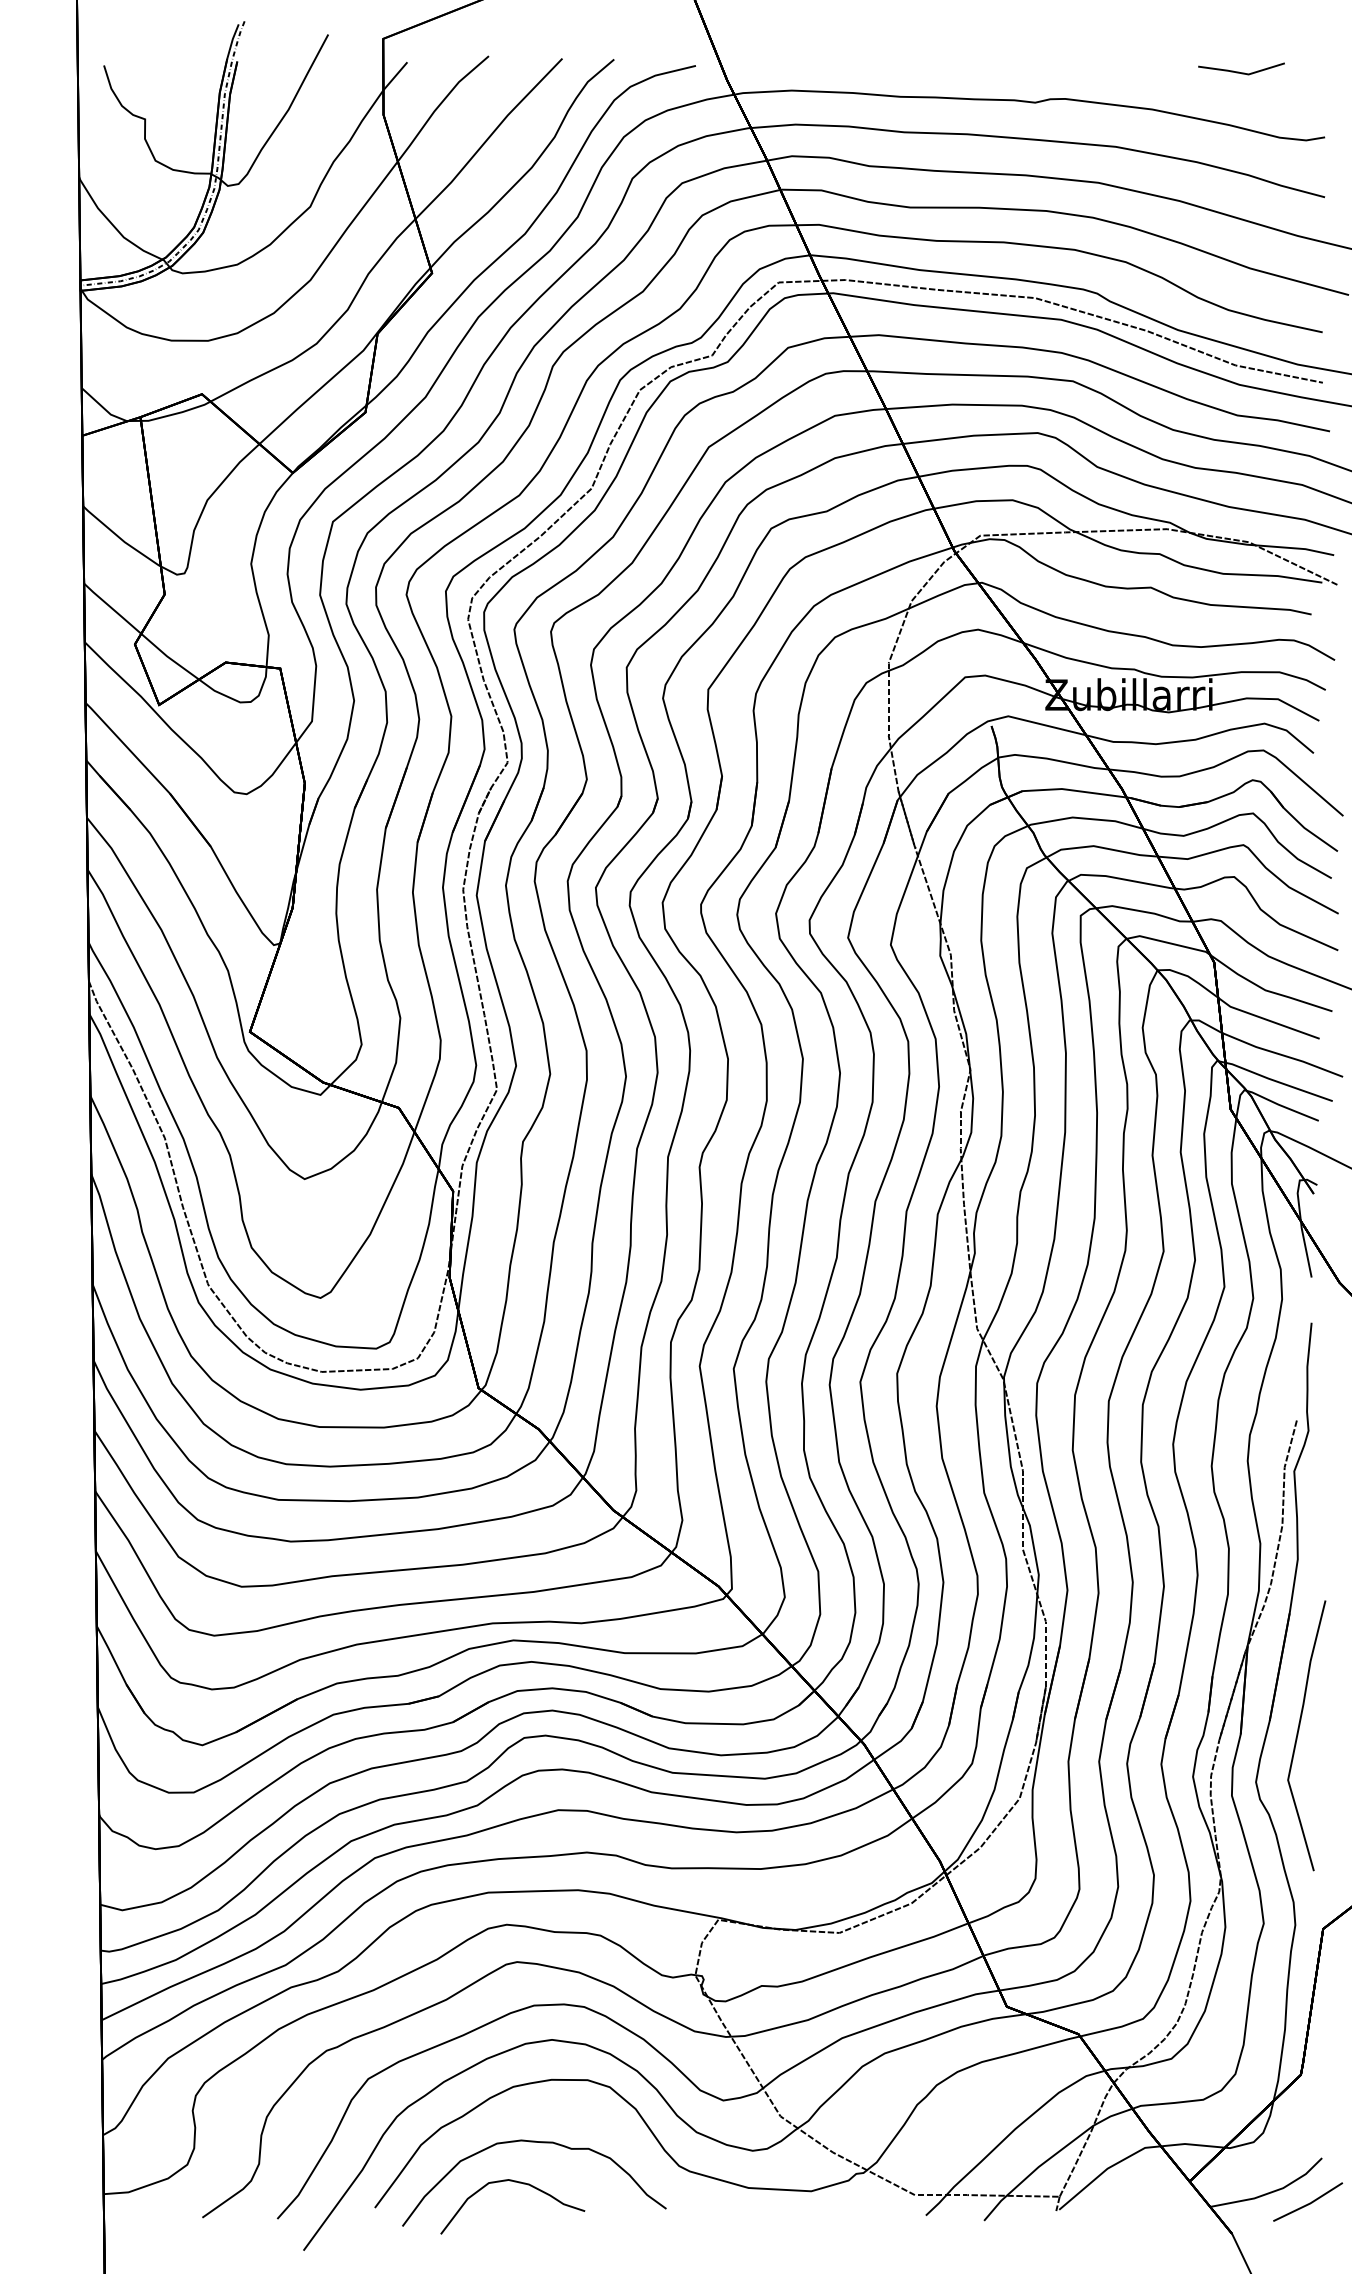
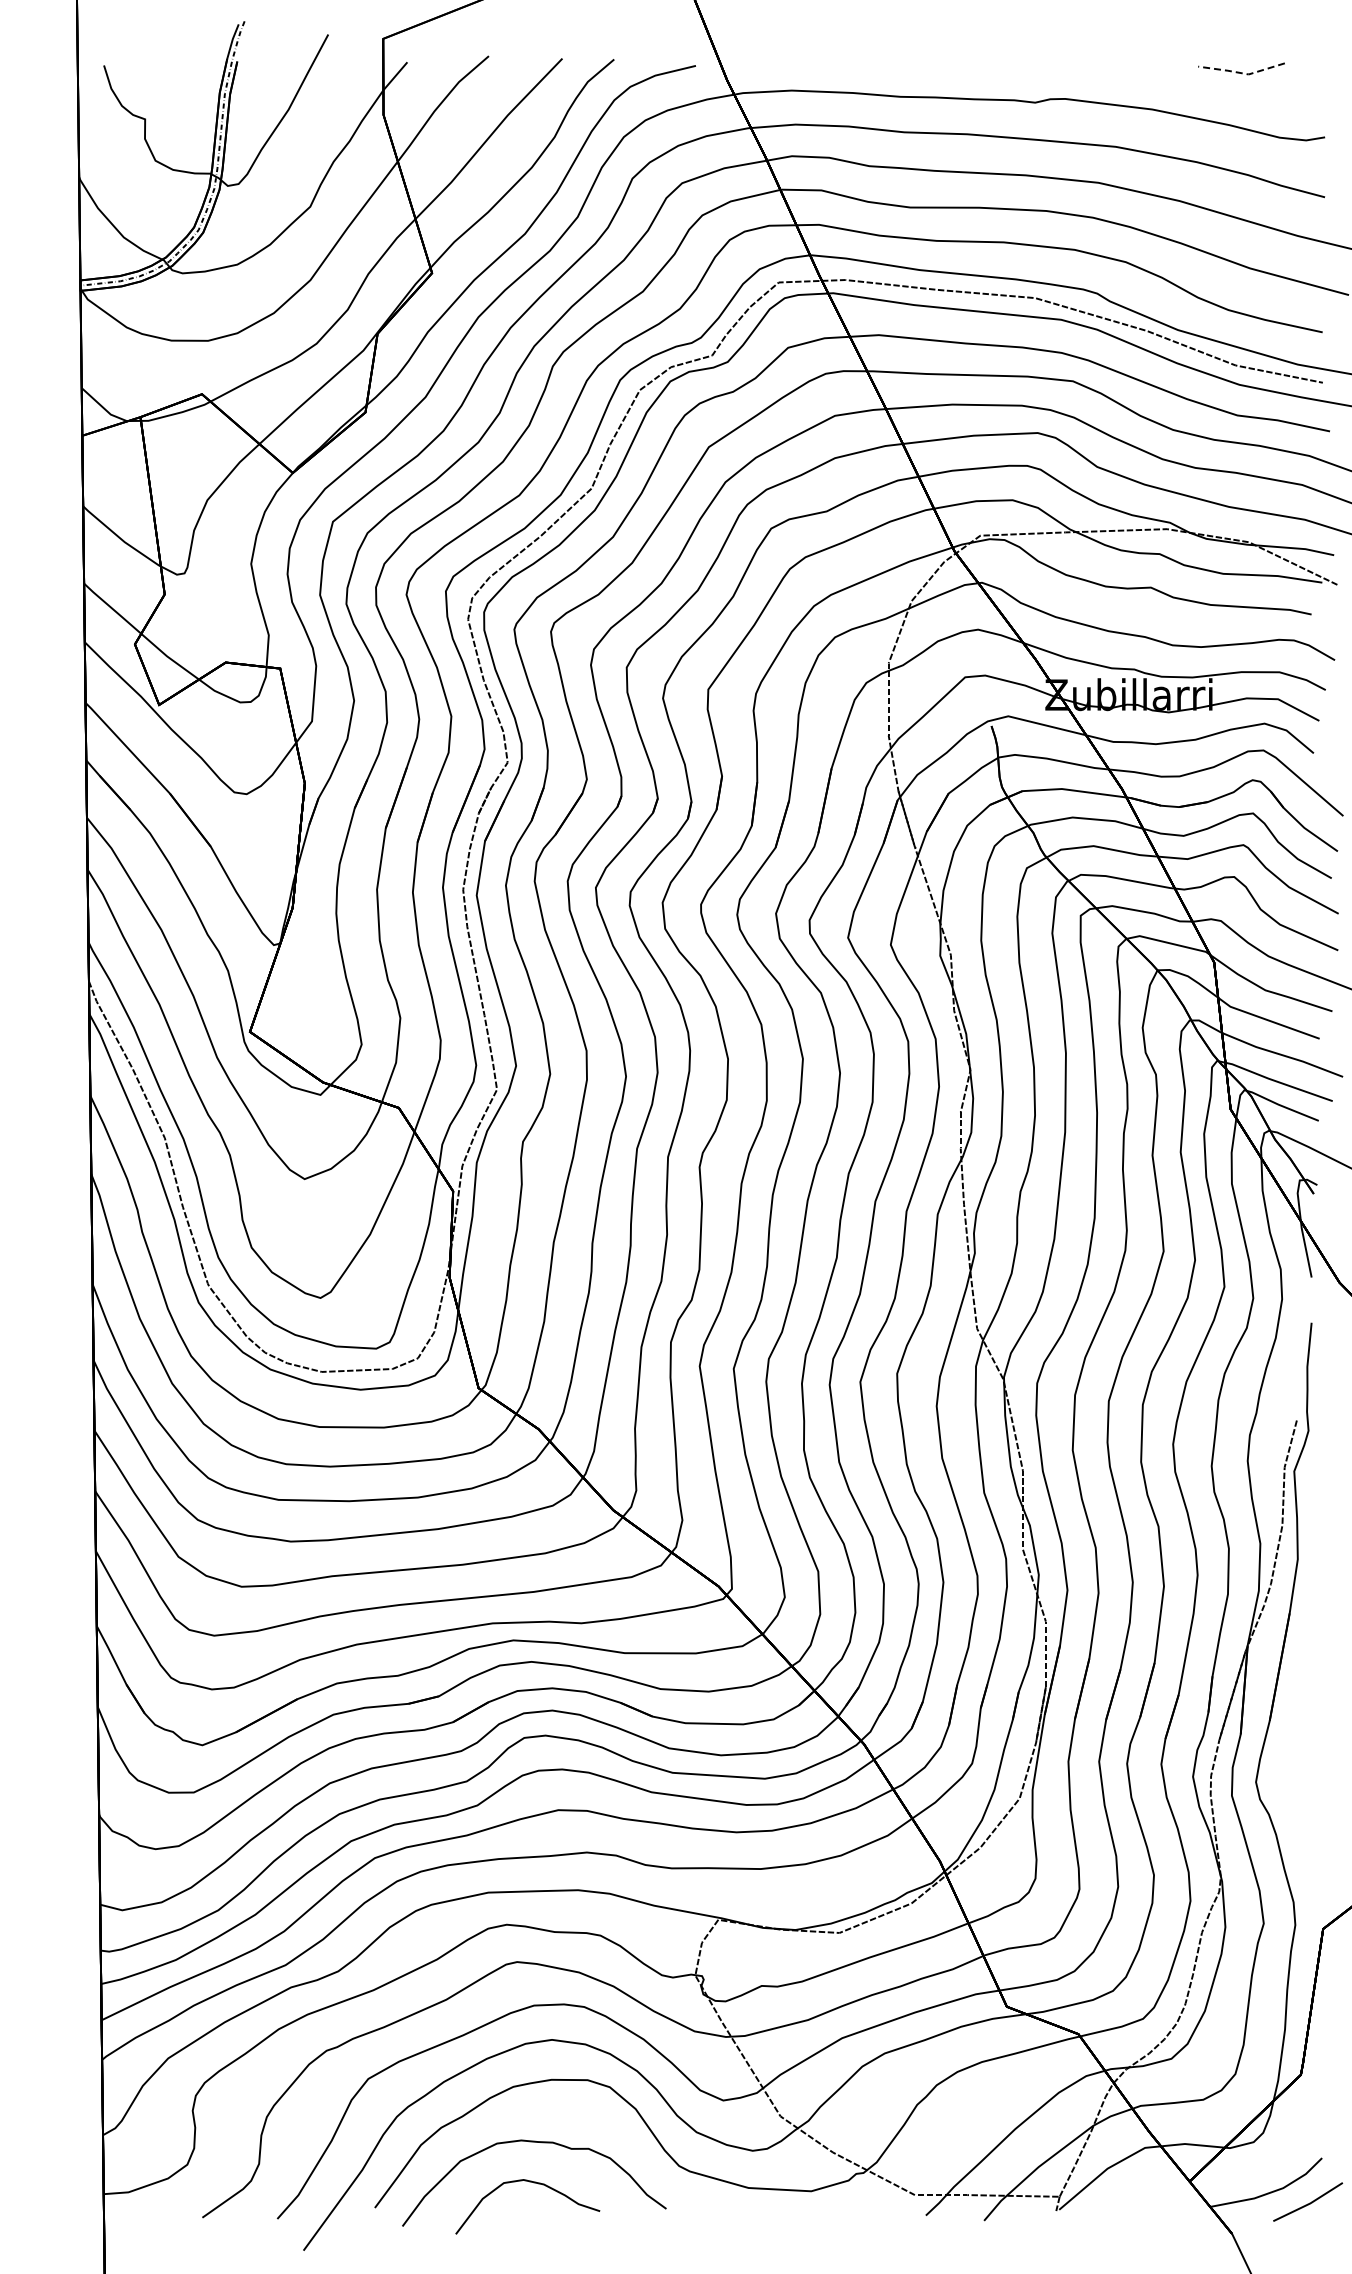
line at (1241, 73): solid -> dashed
curve at (1298, 1735): present -> none
curve at (518, 2183) position: (518, 2183) -> (533, 2183)
